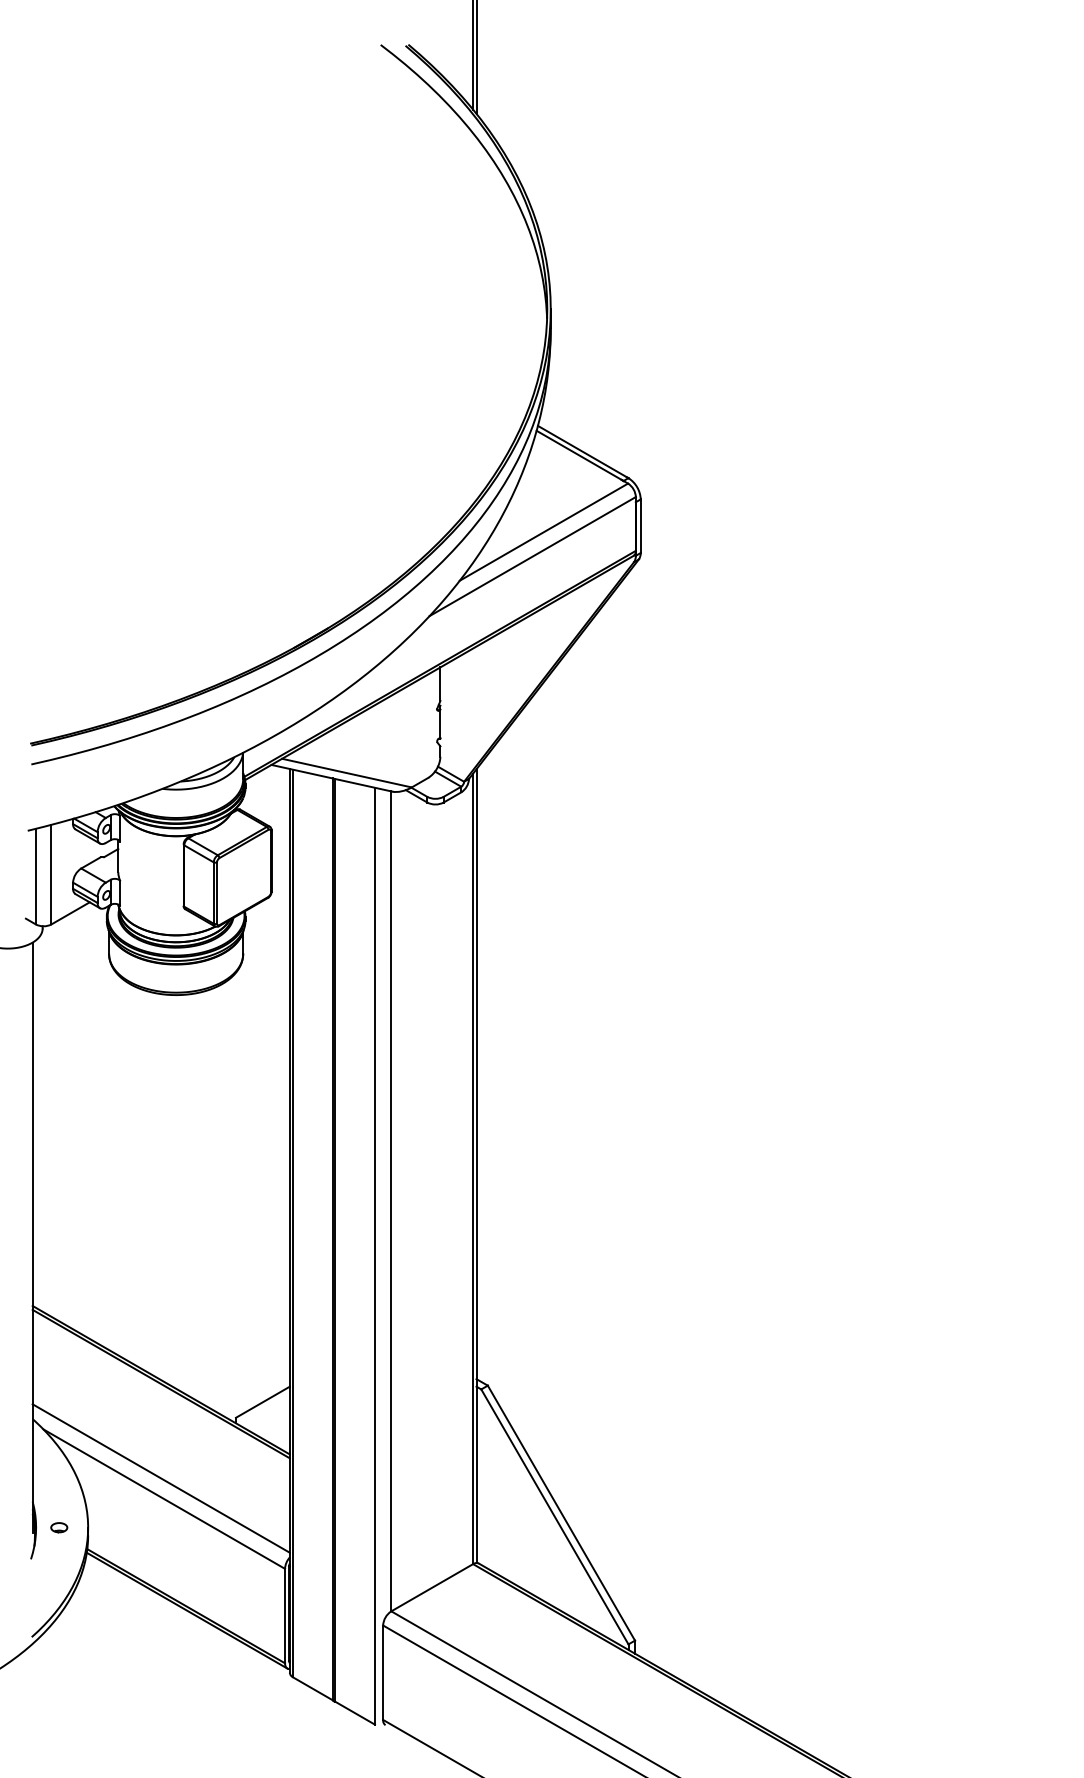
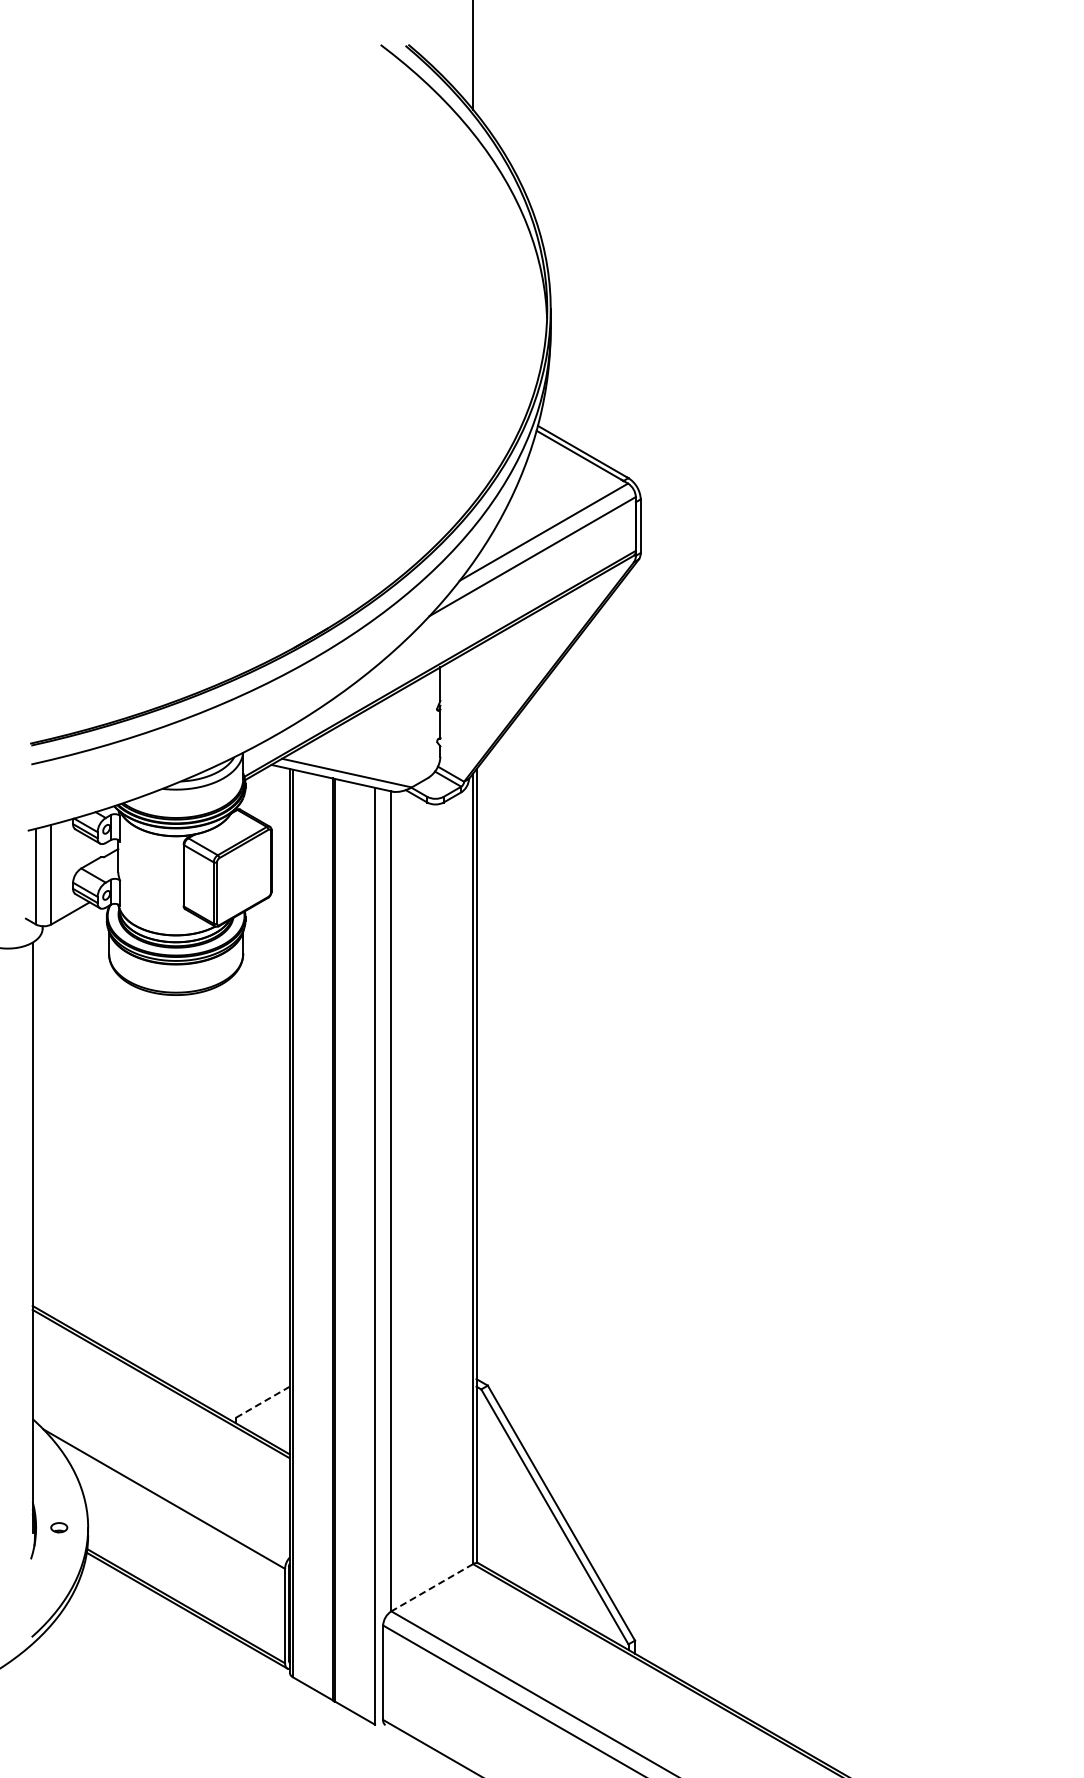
line at (476, 57): present -> none
line at (262, 1402): solid -> dashed
line at (160, 1478): present -> none
line at (431, 1587): solid -> dashed
